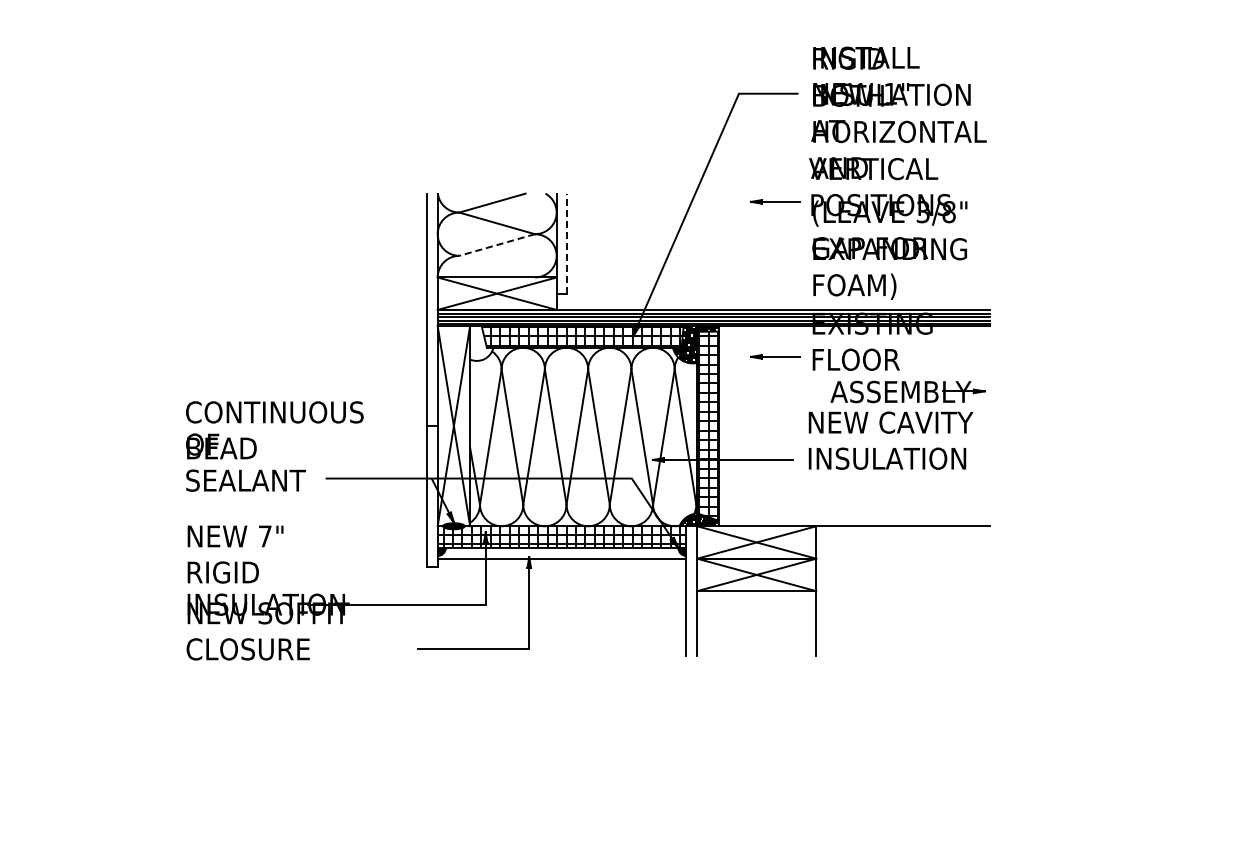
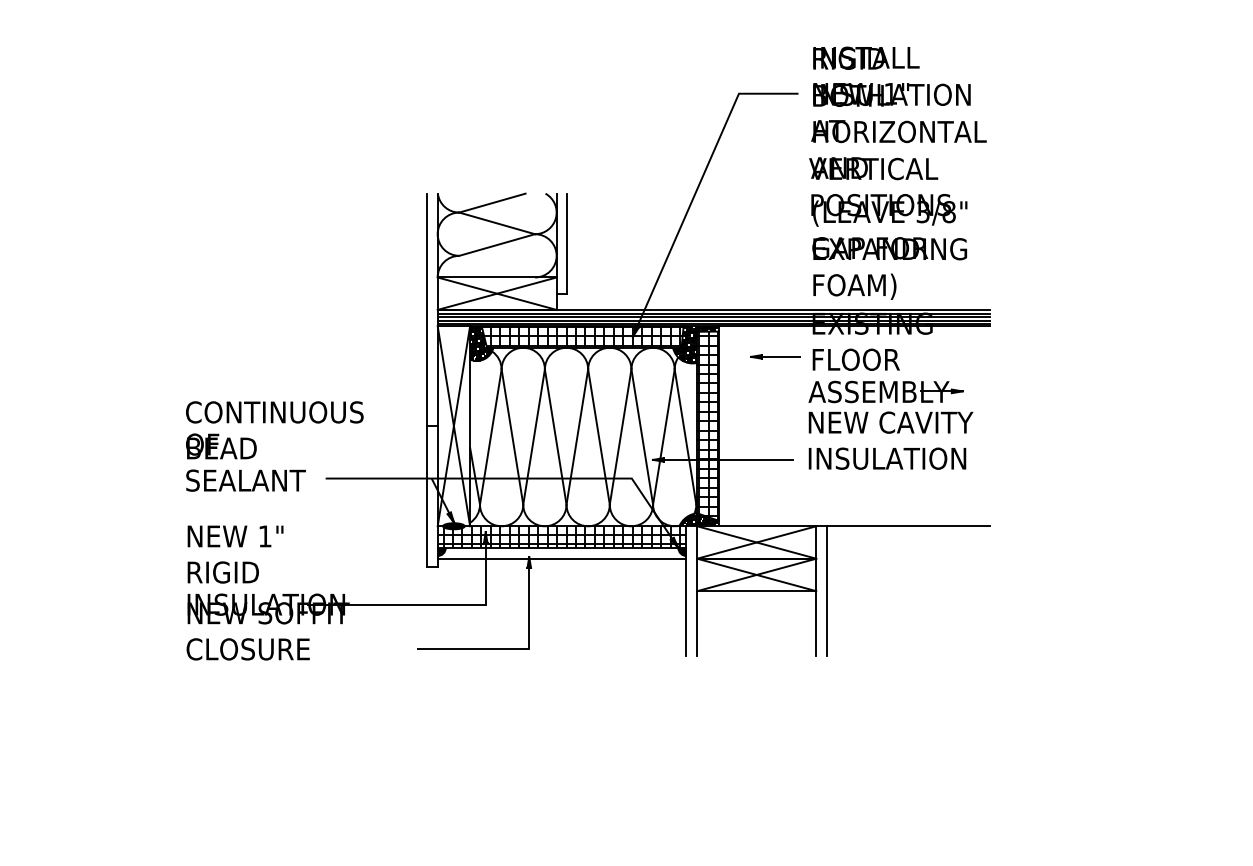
part at (775, 201): present -> none
line at (567, 243): dashed -> solid
line at (496, 245): dashed -> solid
hatch at (481, 343): none -> present
part at (907, 391) position: (907, 391) -> (885, 391)
text at (265, 536): 7" -> 1"
line at (827, 591): none -> present
